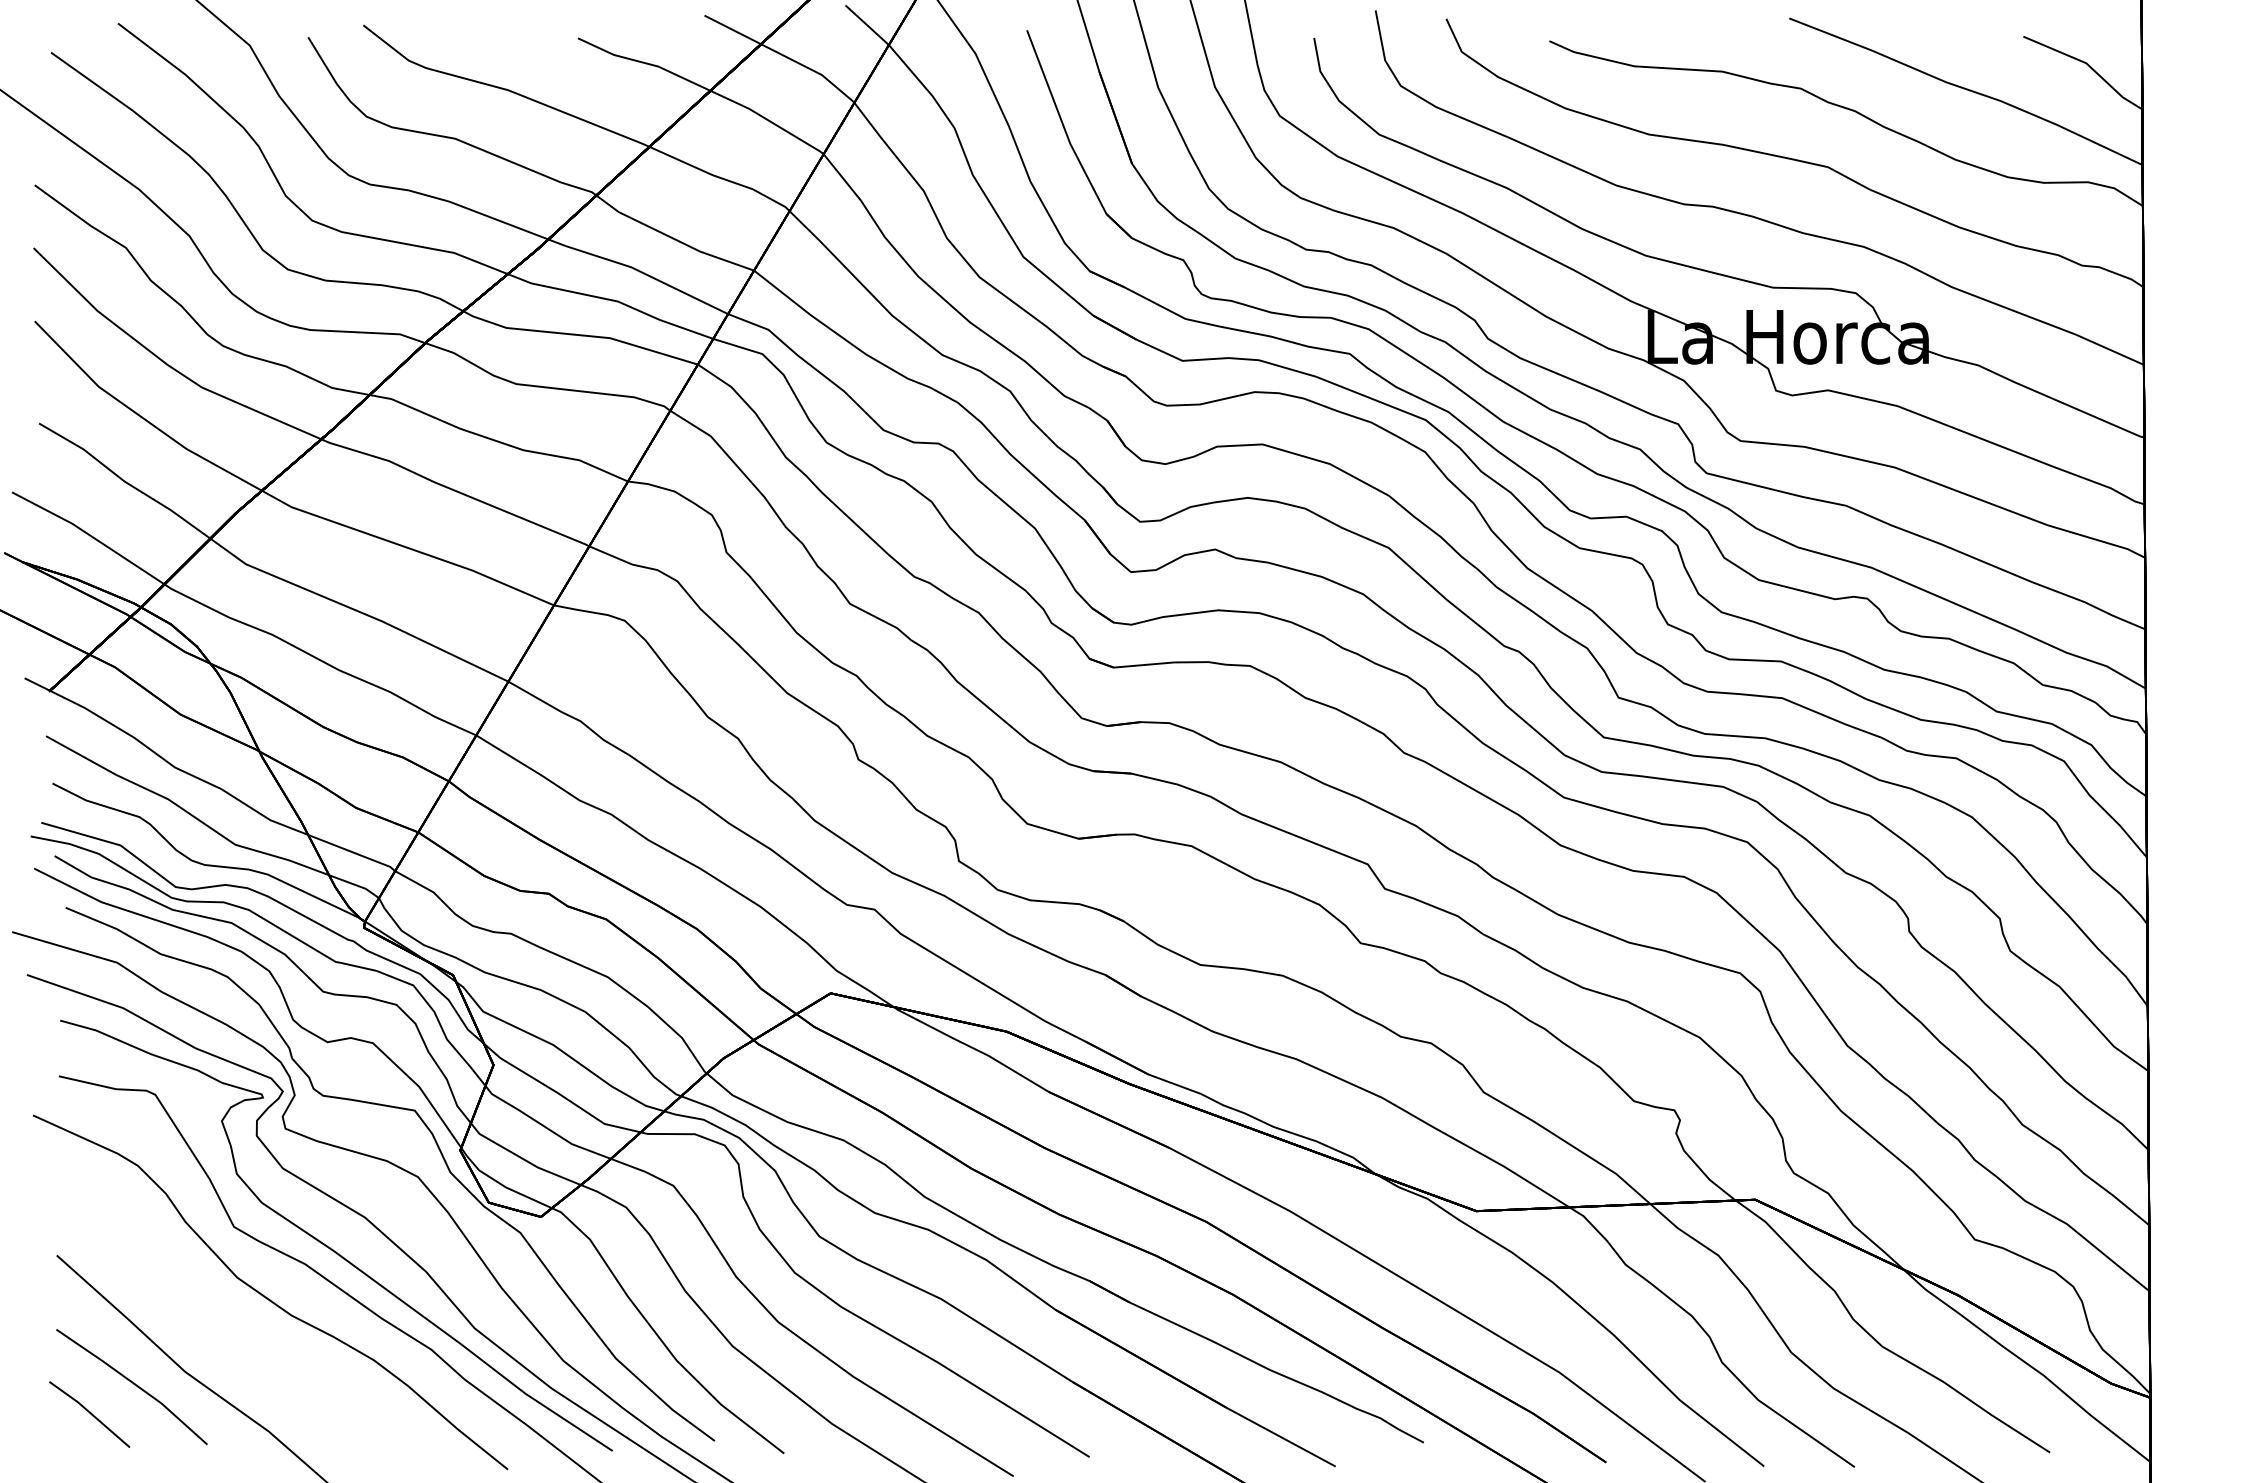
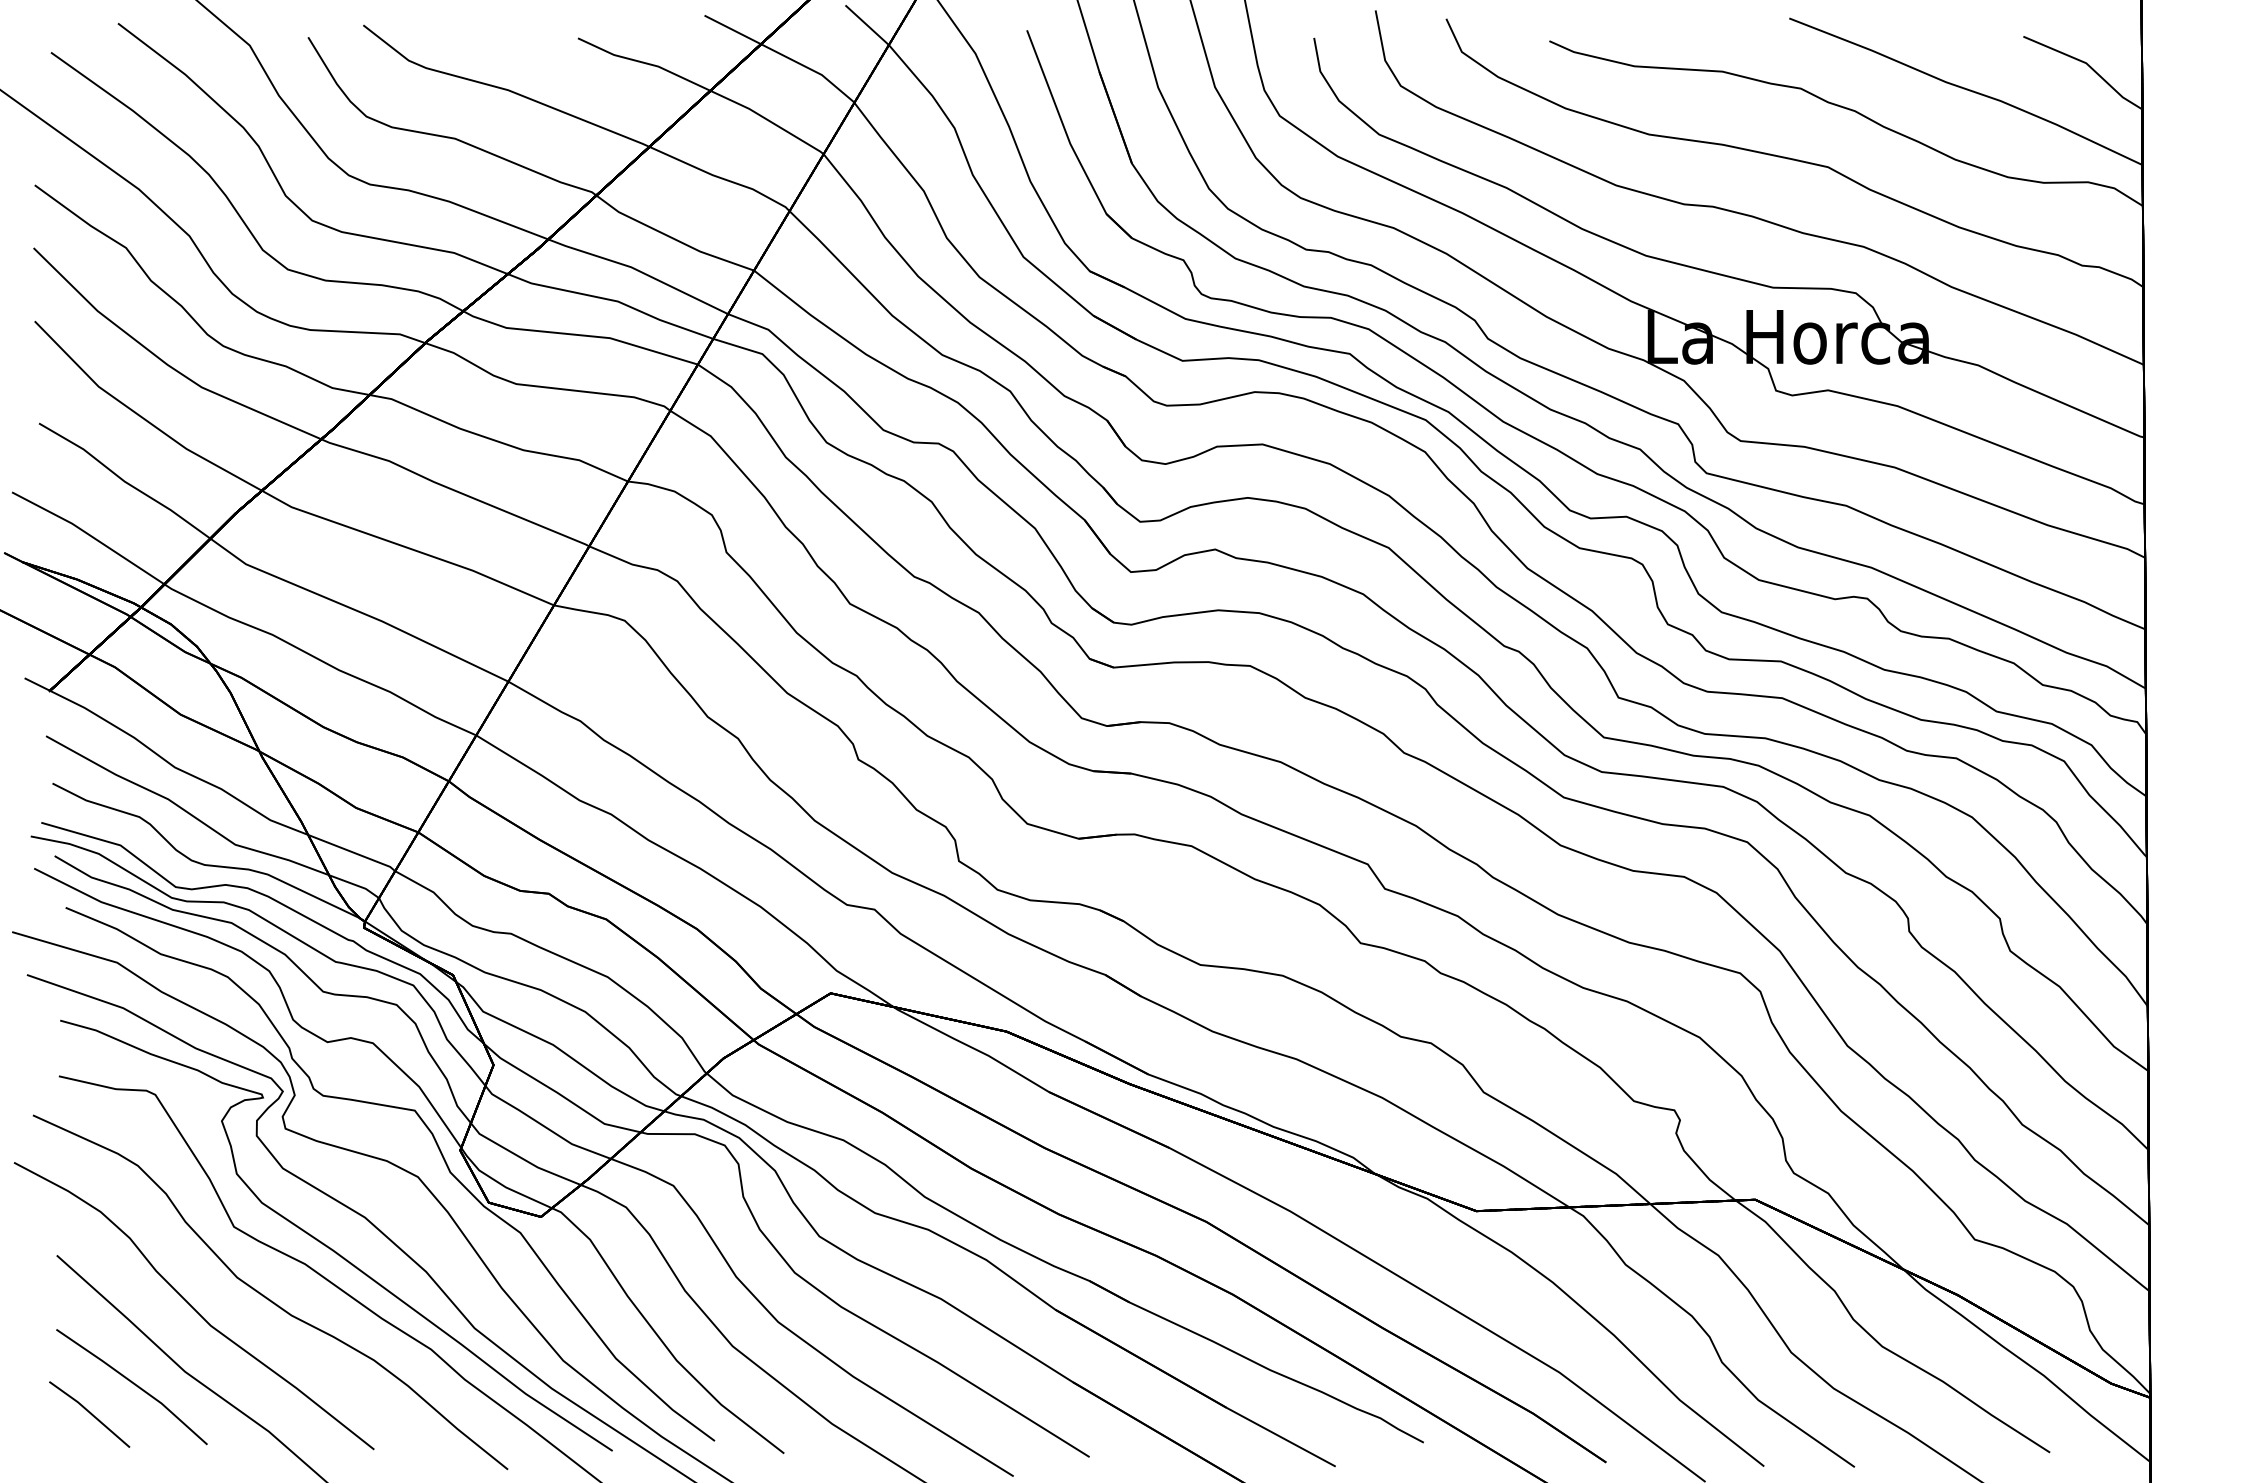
curve at (192, 1306): none -> present
